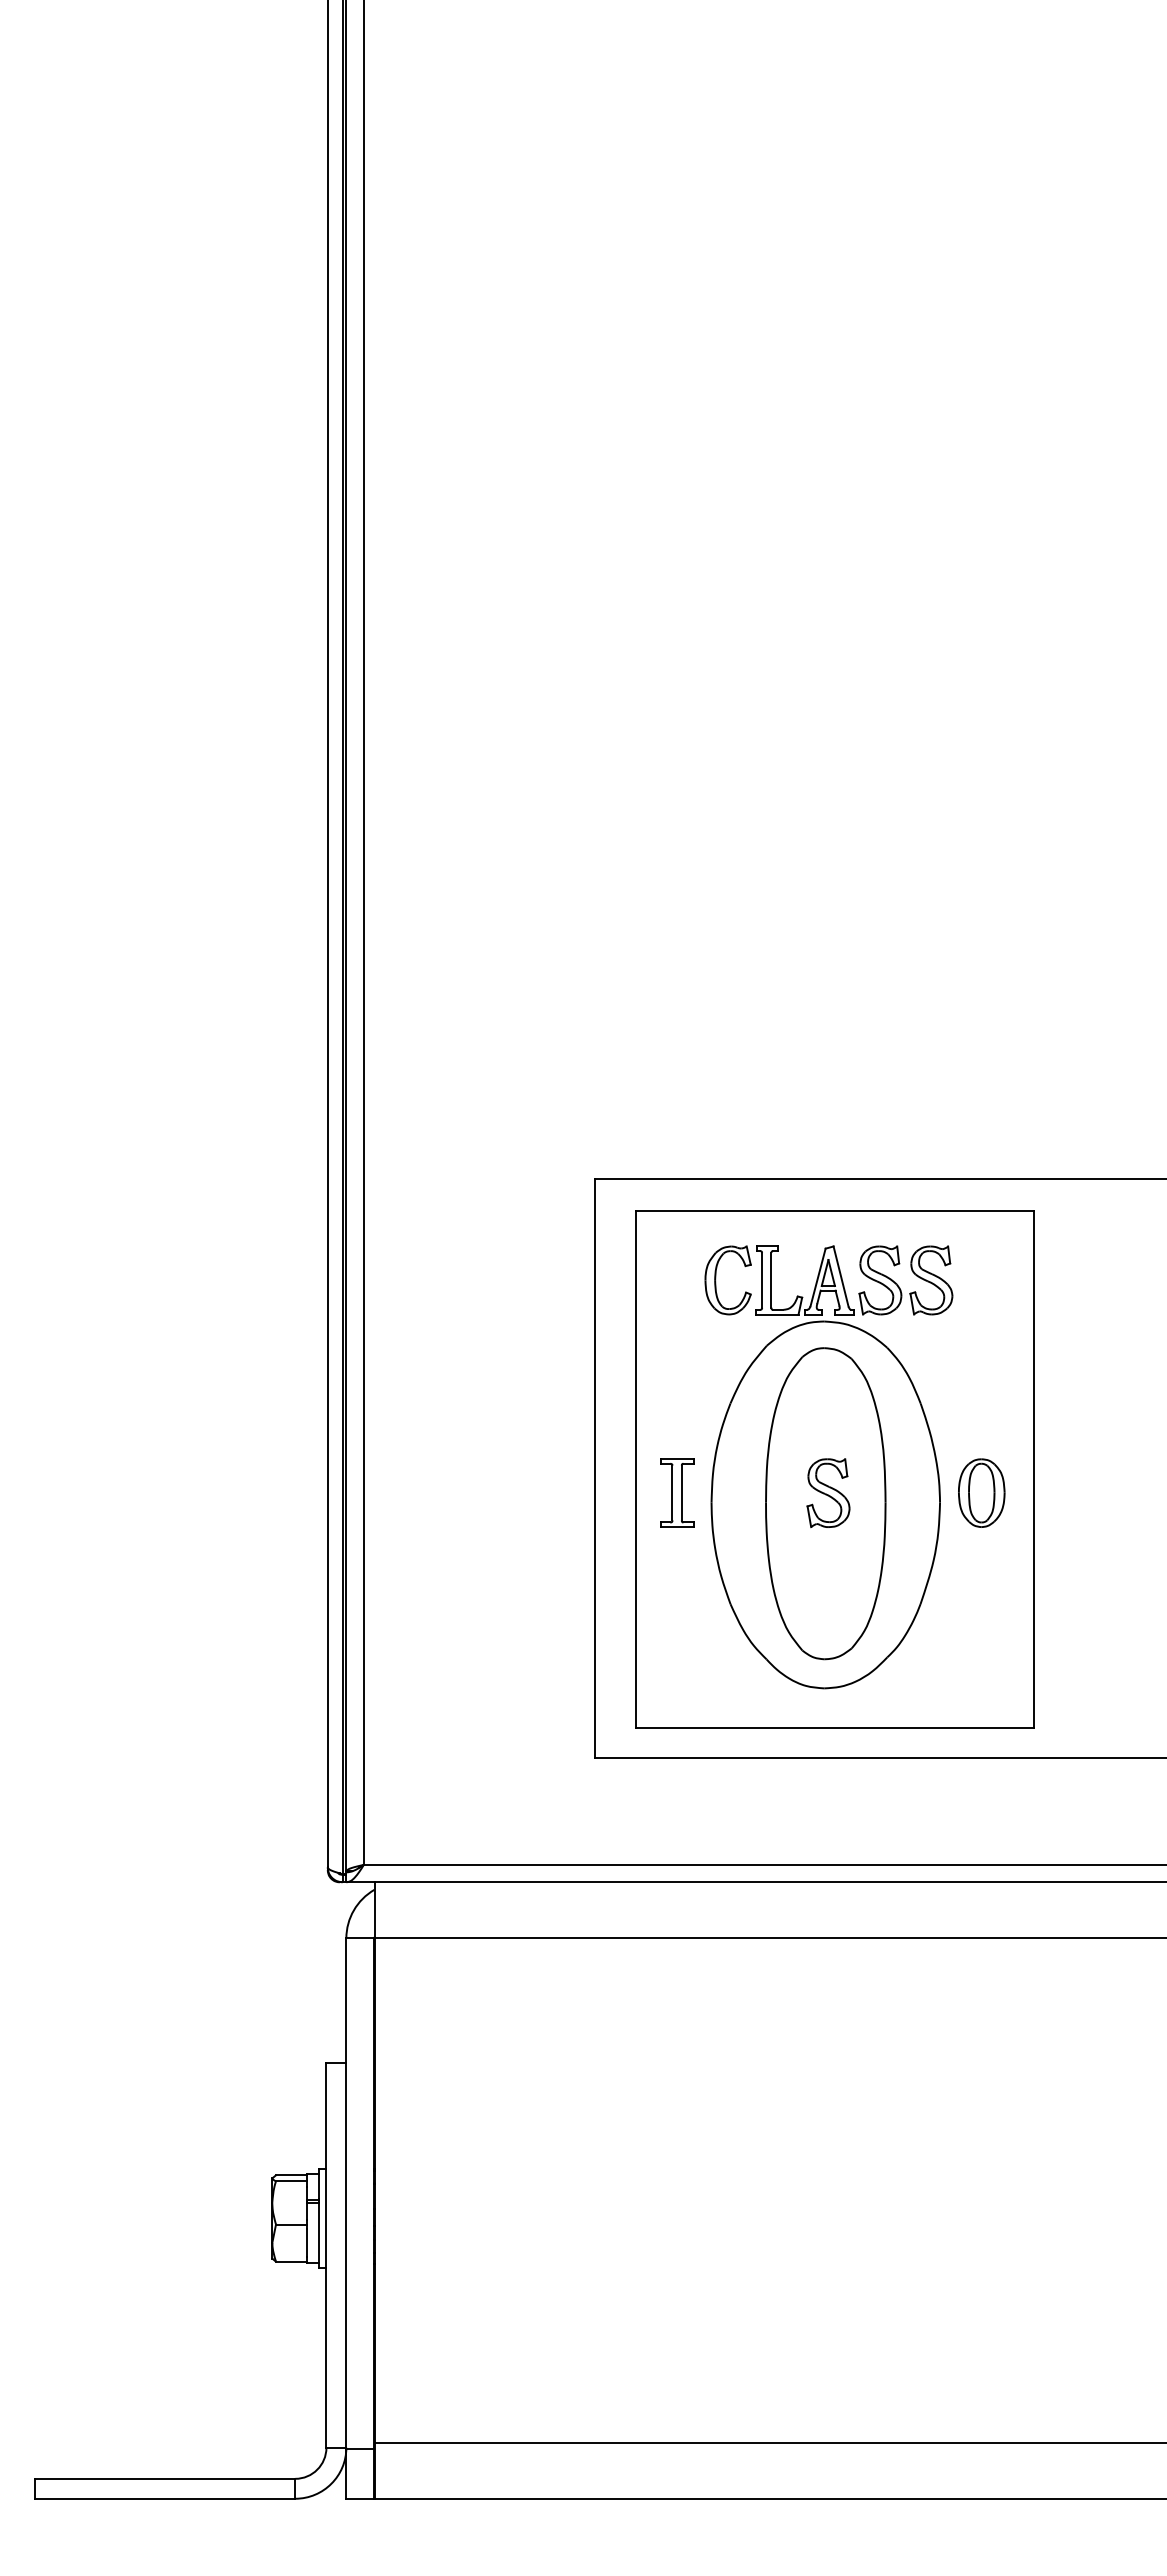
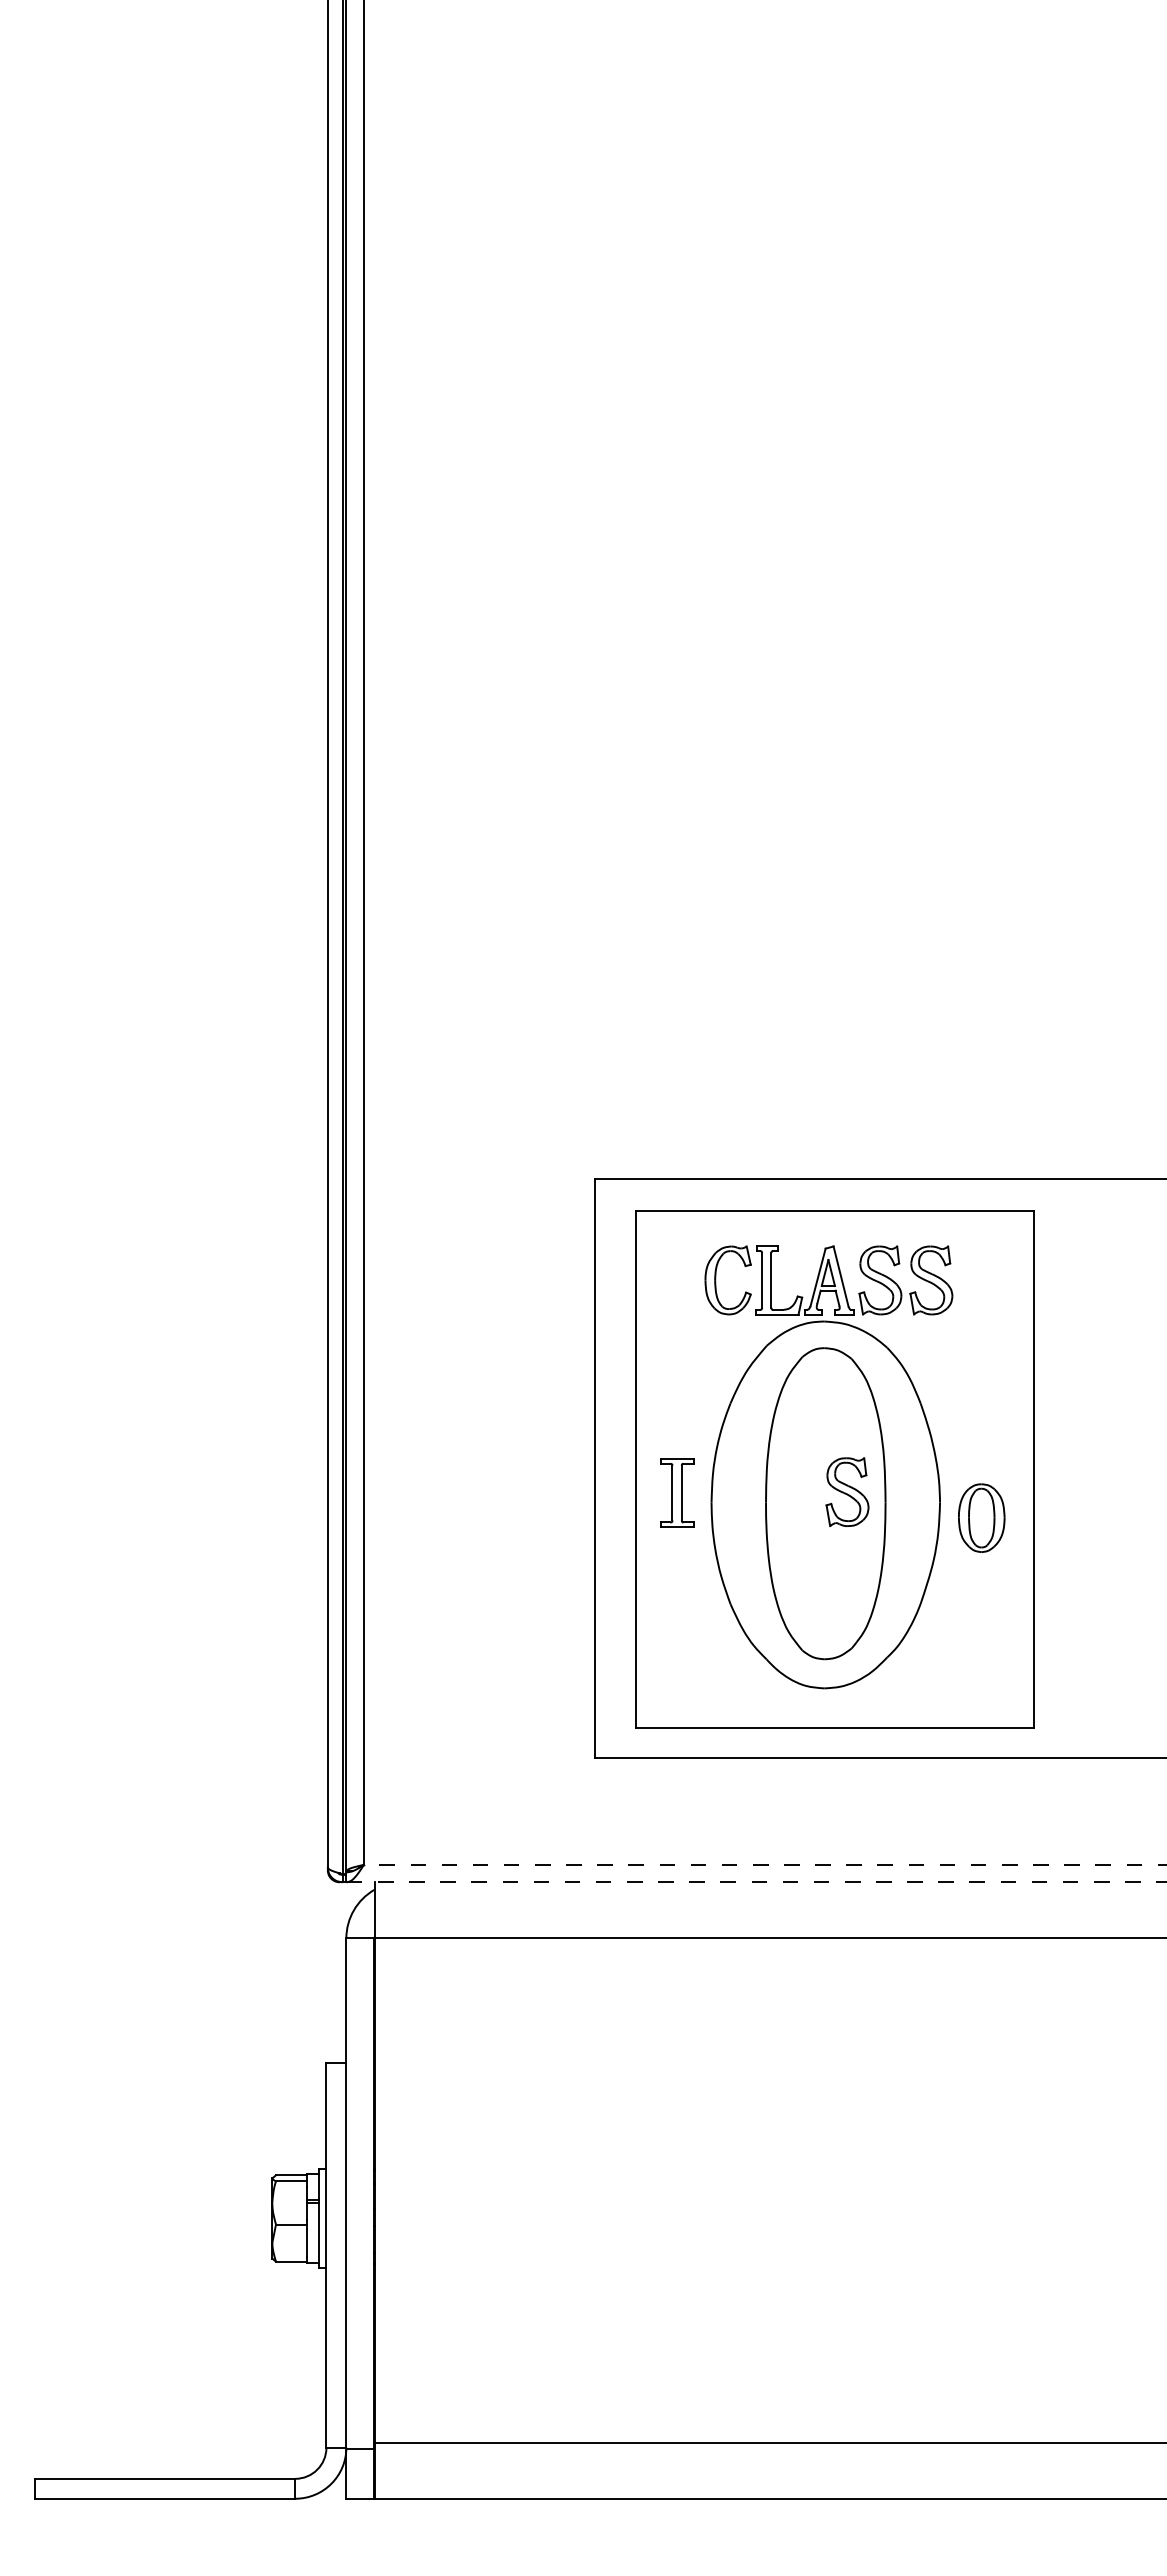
part at (981, 1492) position: (981, 1492) -> (981, 1517)
part at (828, 1493) position: (828, 1493) -> (847, 1492)
line at (764, 1864): solid -> dashed
line at (756, 1882): solid -> dashed
